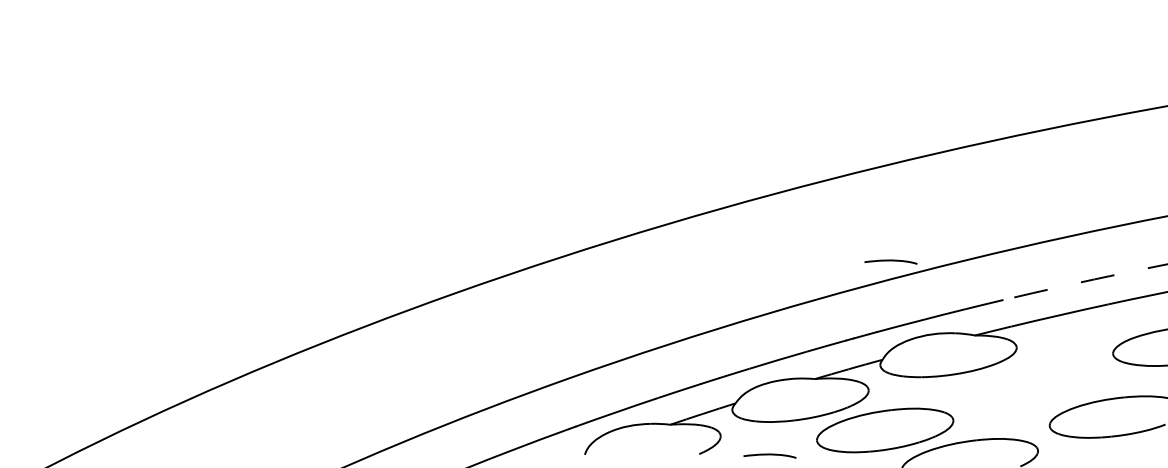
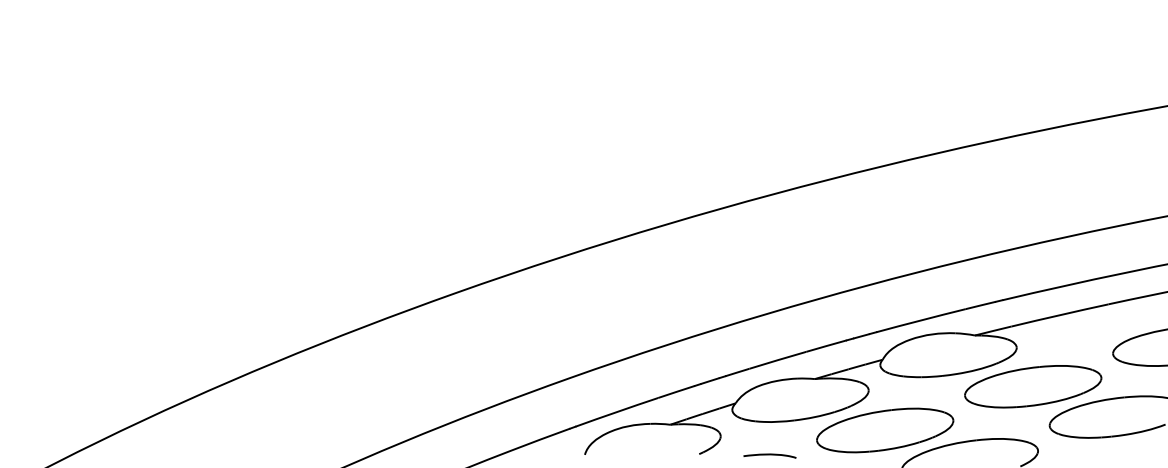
curve at (890, 261): present -> none
arc at (1084, 281): dashed -> solid
part at (1033, 386): none -> present
